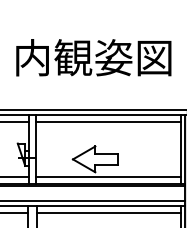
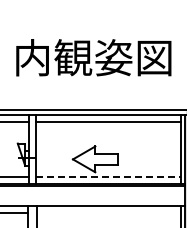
line at (108, 176): solid -> dashed
line at (92, 201): present -> none
line at (108, 212): present -> none
